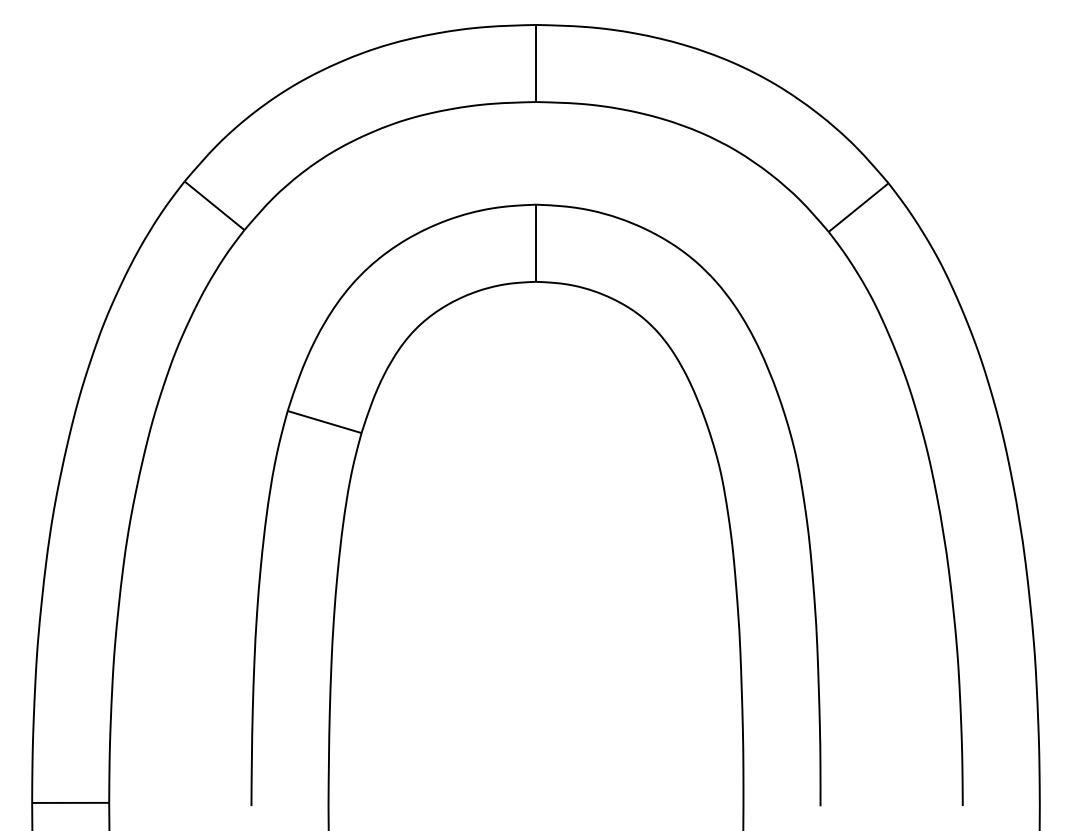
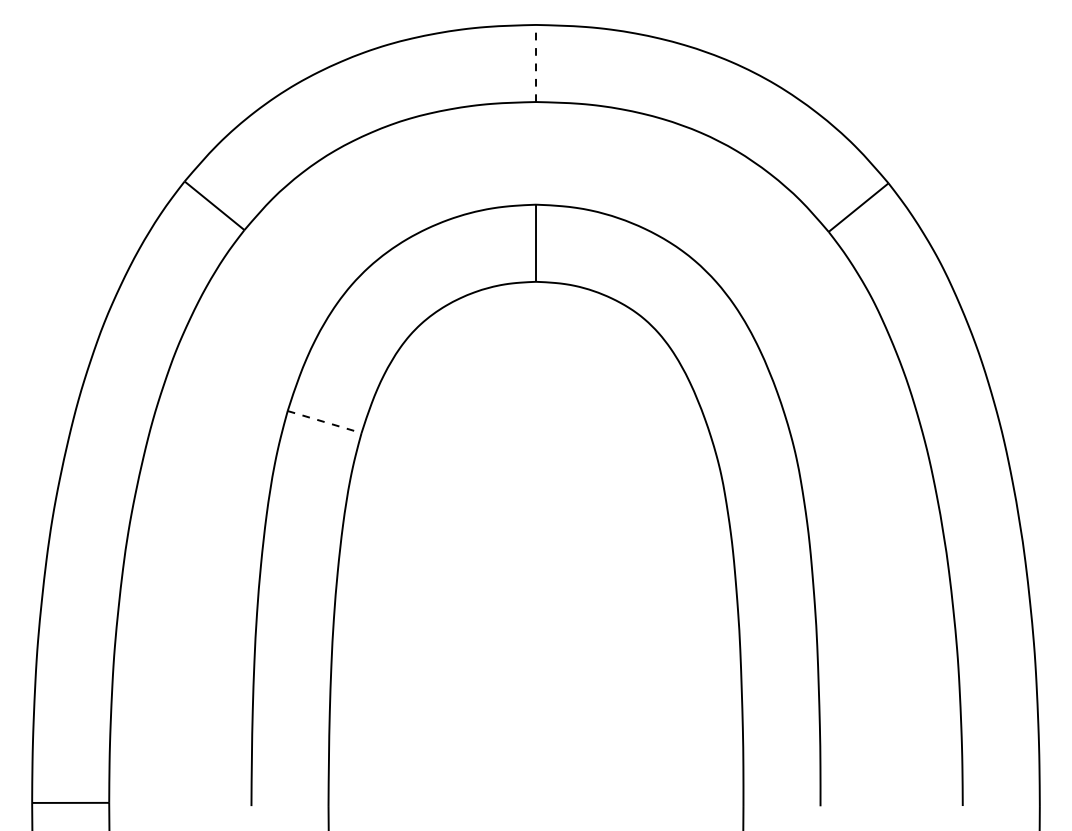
line at (536, 63): solid -> dashed
line at (324, 422): solid -> dashed
